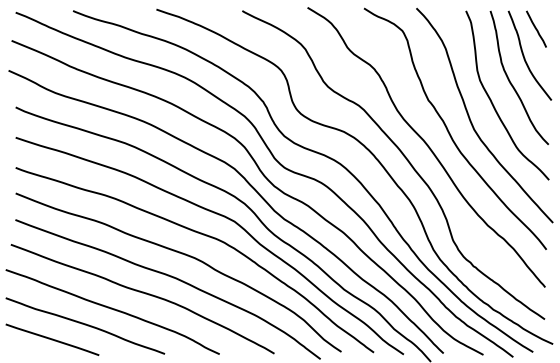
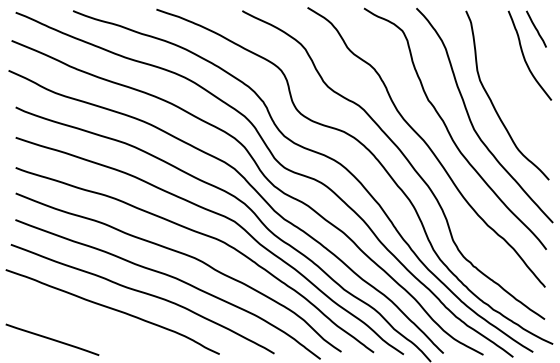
curve at (510, 80): present -> none
curve at (85, 325): present -> none
